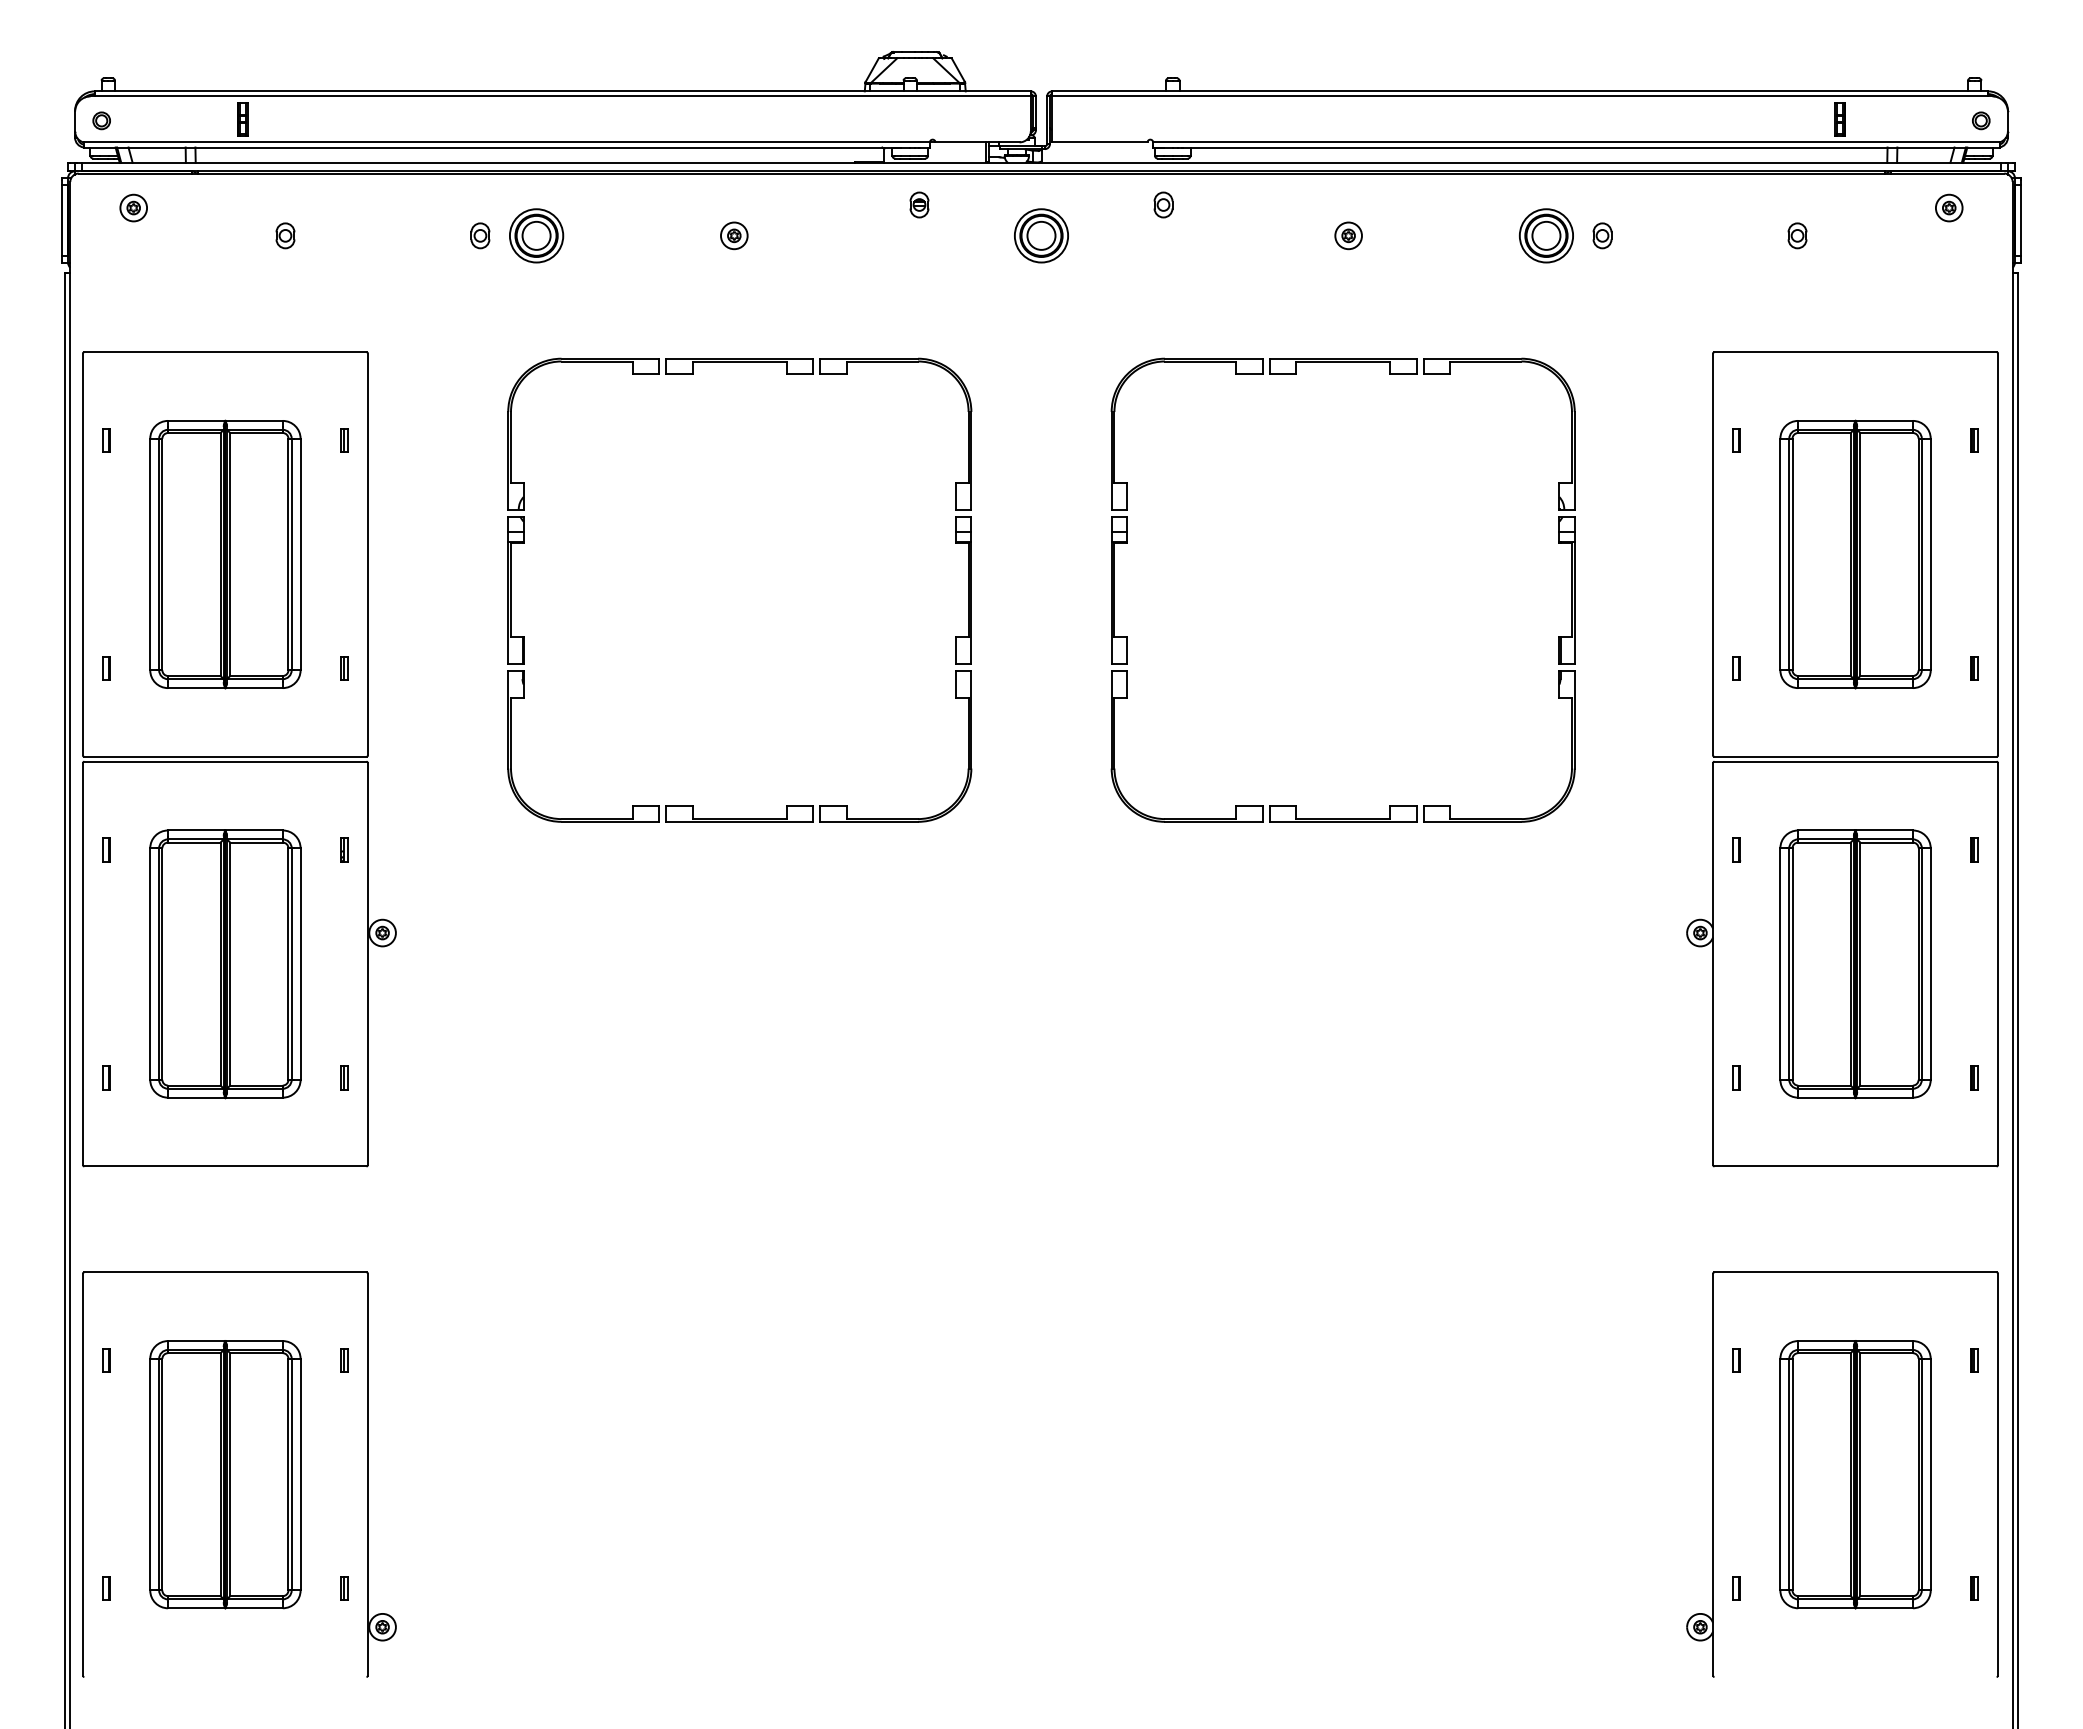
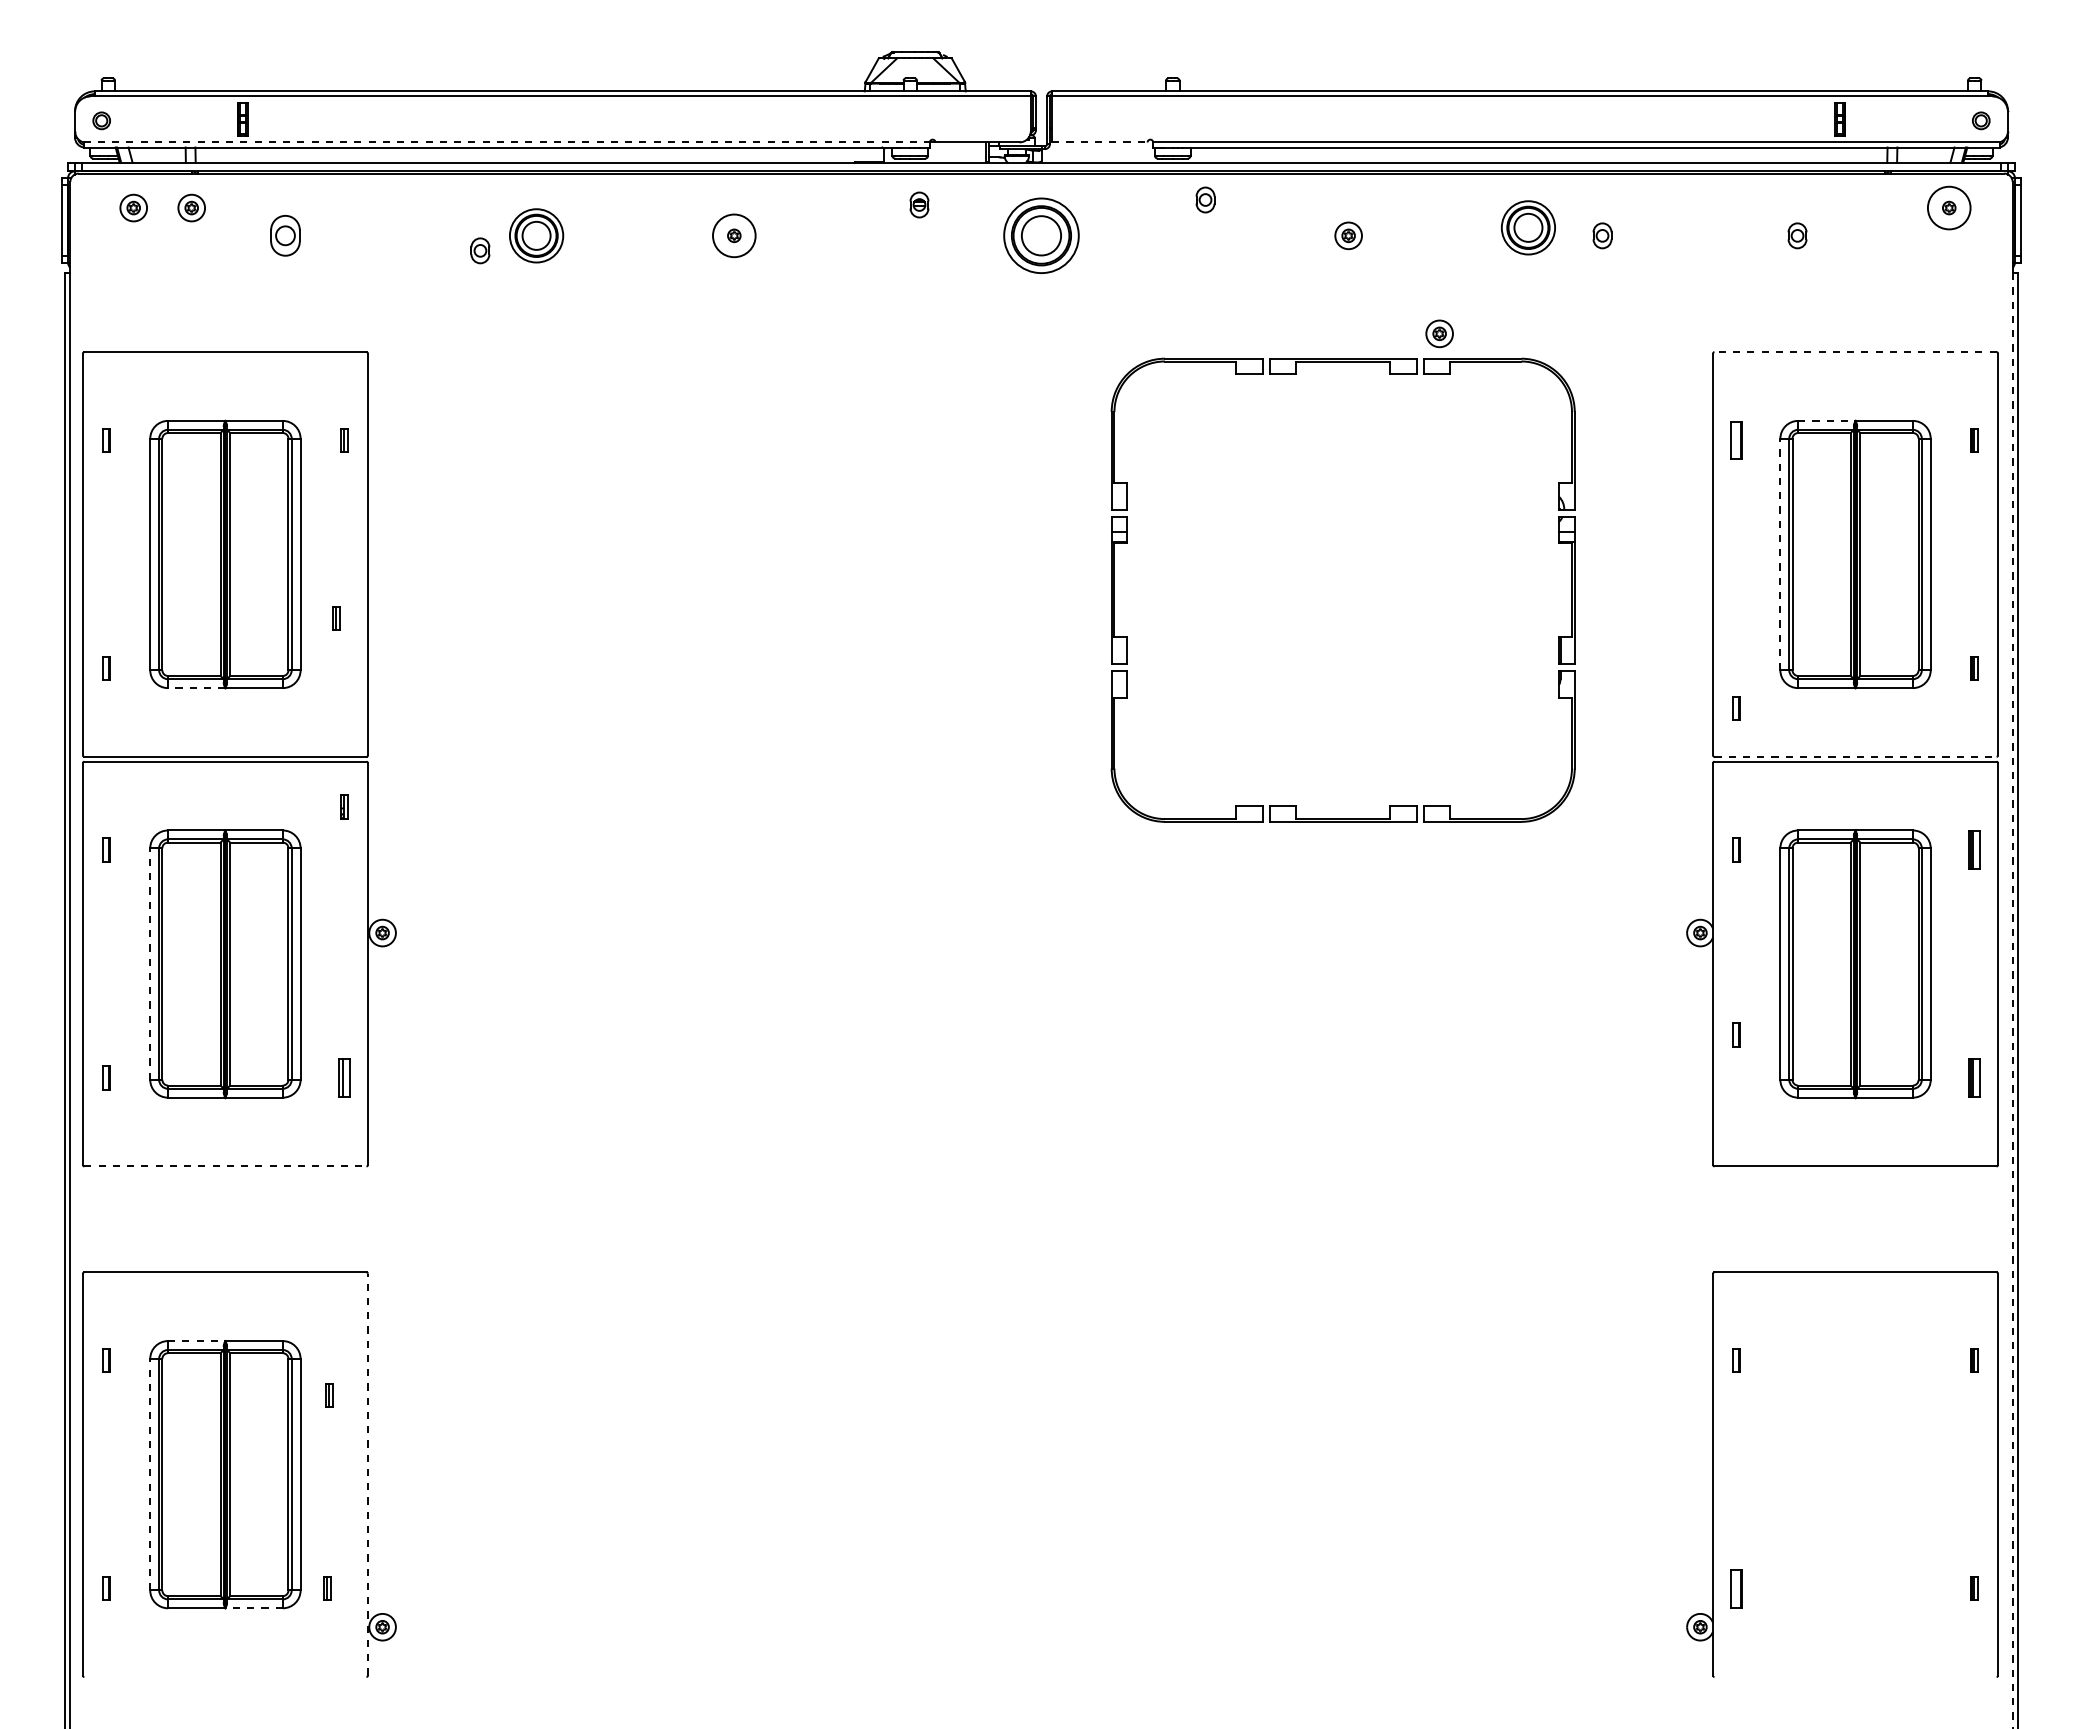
line at (507, 142): solid -> dashed
line at (1099, 142): solid -> dashed
part at (1163, 204) position: (1163, 204) -> (1205, 199)
part at (191, 207): none -> present
circle at (1948, 207) diameter: 27 px -> 43 px
part at (285, 235) size: 21x28 px -> 31x42 px
part at (480, 235) position: (480, 235) -> (480, 250)
circle at (734, 235) diameter: 27 px -> 43 px
part at (1041, 235) size: 55x56 px -> 77x77 px
part at (1545, 235) position: (1545, 235) -> (1527, 227)
part at (1439, 333): none -> present
line at (1855, 352): solid -> dashed
part at (693, 374): present -> none
line at (1826, 420): solid -> dashed
part at (1736, 440) size: 9x25 px -> 13x39 px
line at (1780, 554): solid -> dashed
part at (344, 668) position: (344, 668) -> (336, 618)
part at (1736, 668) position: (1736, 668) -> (1736, 708)
line at (196, 688): solid -> dashed
line at (1856, 756): solid -> dashed
part at (344, 849) position: (344, 849) -> (344, 806)
part at (1974, 849) size: 9x26 px -> 13x40 px
line at (150, 964): solid -> dashed
line at (2012, 1000): solid -> dashed
part at (344, 1077) size: 9x26 px -> 13x40 px
part at (1736, 1077) position: (1736, 1077) -> (1736, 1034)
part at (1974, 1077) size: 9x26 px -> 13x40 px
line at (225, 1166): solid -> dashed
line at (196, 1341): solid -> dashed
part at (344, 1360) position: (344, 1360) -> (329, 1395)
line at (150, 1474): solid -> dashed
line at (367, 1474): solid -> dashed
part at (1855, 1474): present -> none
part at (344, 1588) position: (344, 1588) -> (327, 1588)
part at (1736, 1588) size: 9x25 px -> 13x40 px
line at (254, 1608): solid -> dashed
